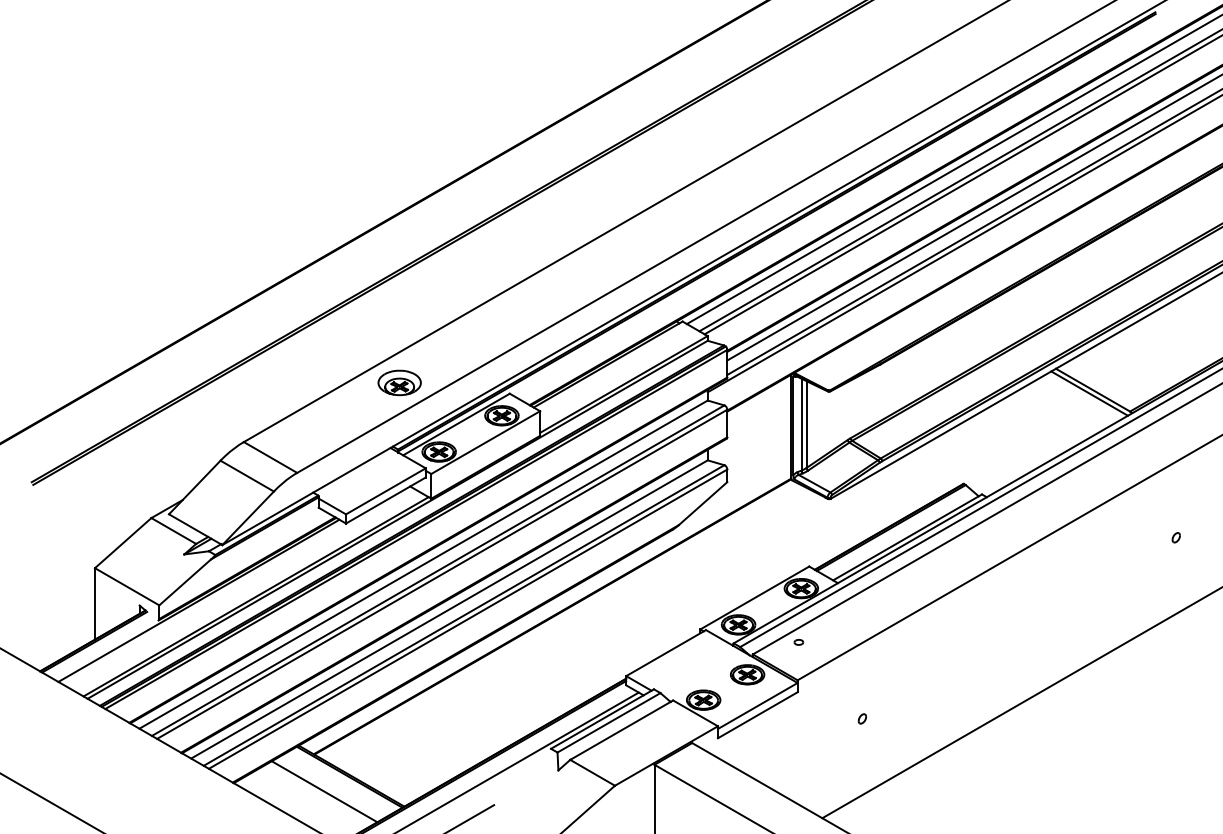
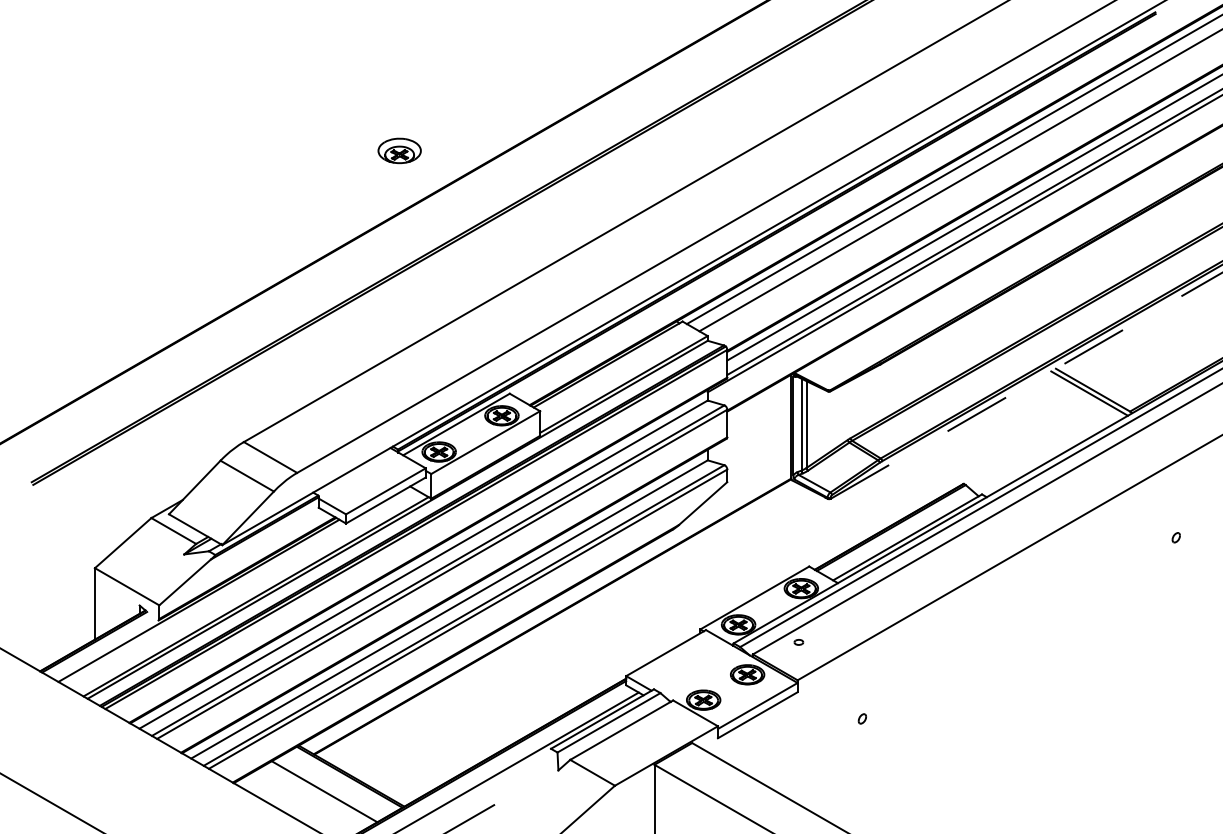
line at (961, 185): present -> none
part at (399, 382) position: (399, 382) -> (399, 150)
line at (1027, 385): solid -> dashed
line at (1020, 703): present -> none
